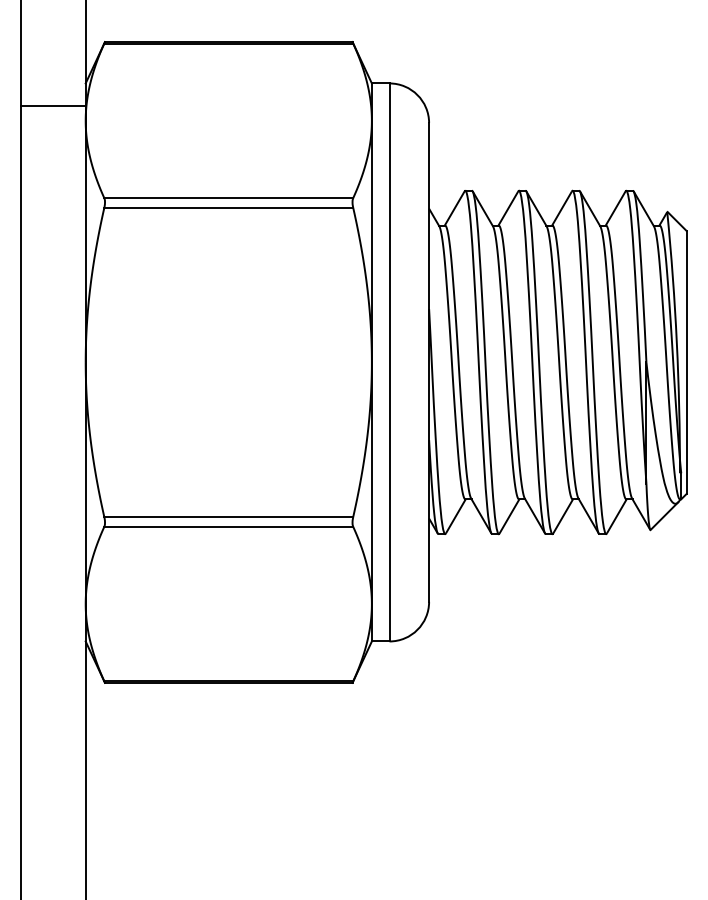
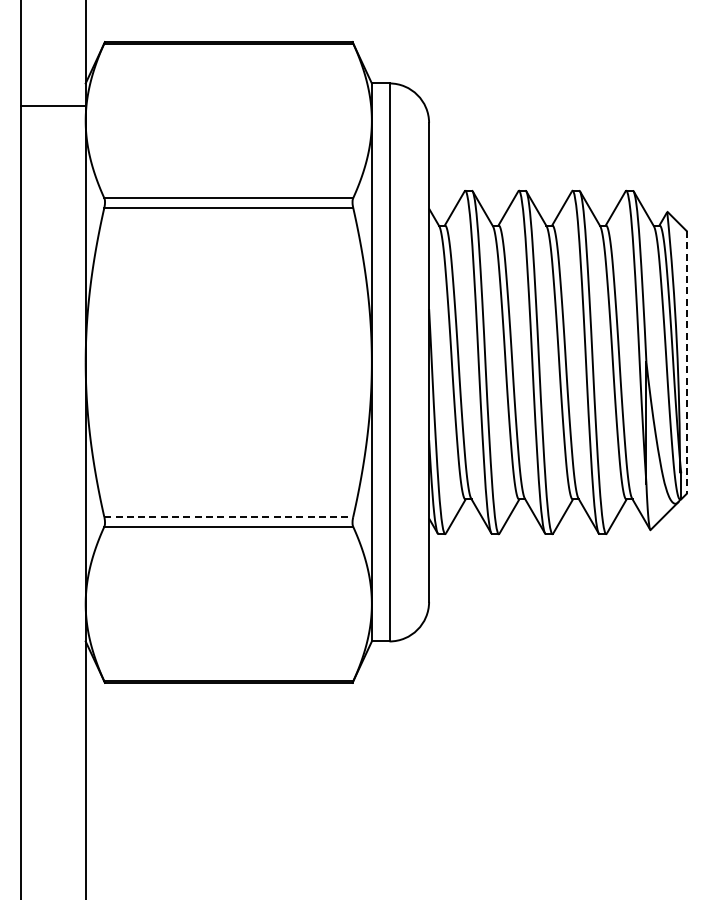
line at (686, 362): solid -> dashed
line at (229, 517): solid -> dashed
